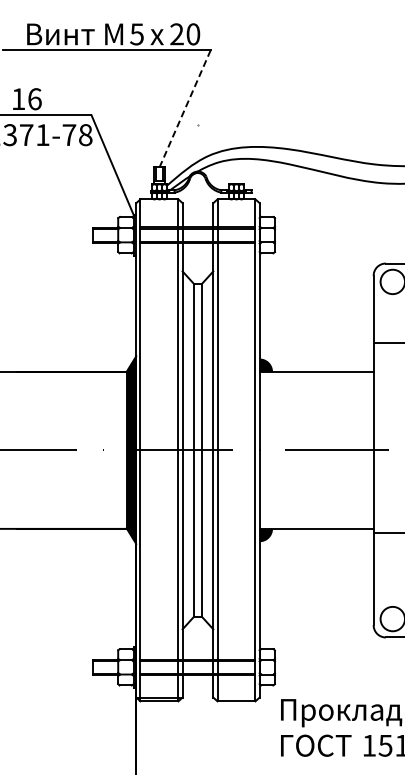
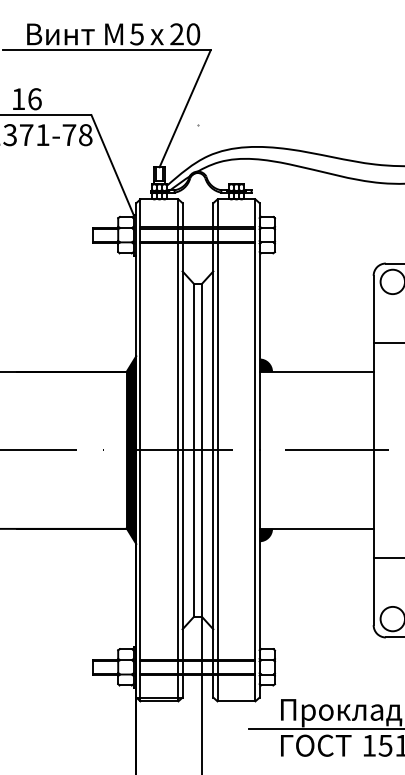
line at (185, 108): dashed -> solid
line at (387, 533) position: (387, 533) -> (387, 558)
line at (201, 695): none -> present
line at (325, 729): none -> present
